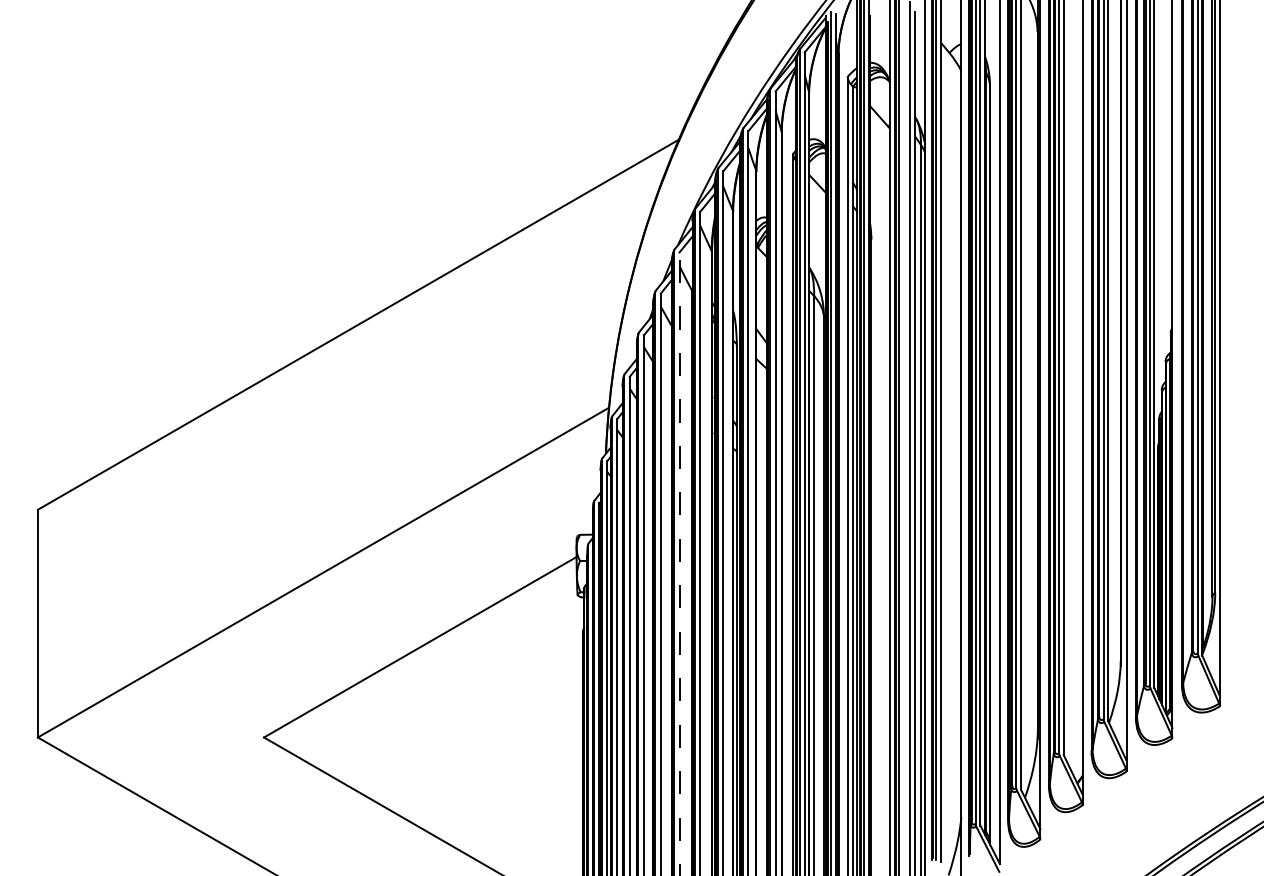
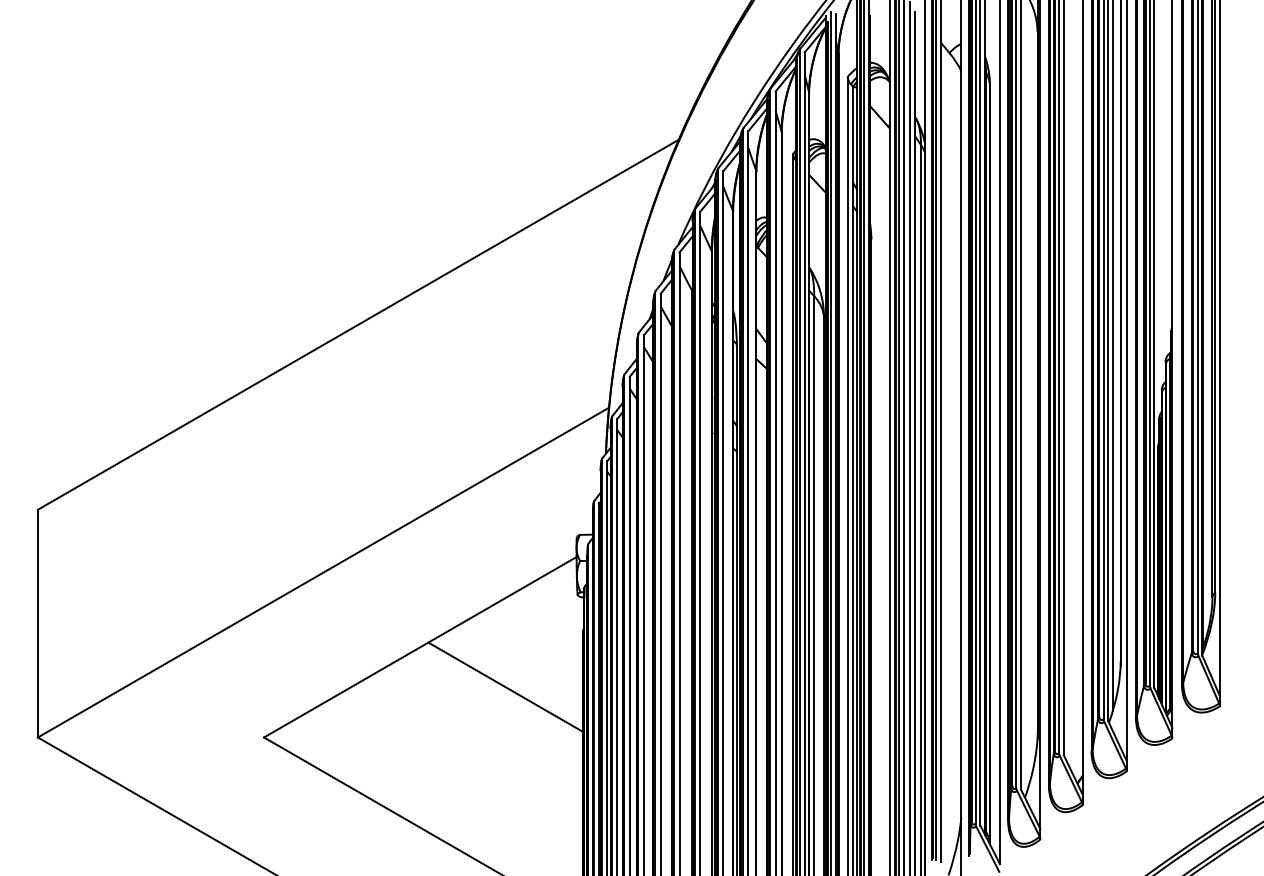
line at (1112, 356): none -> present
line at (904, 437): none -> present
line at (679, 564): dashed -> solid
line at (505, 686): none -> present
